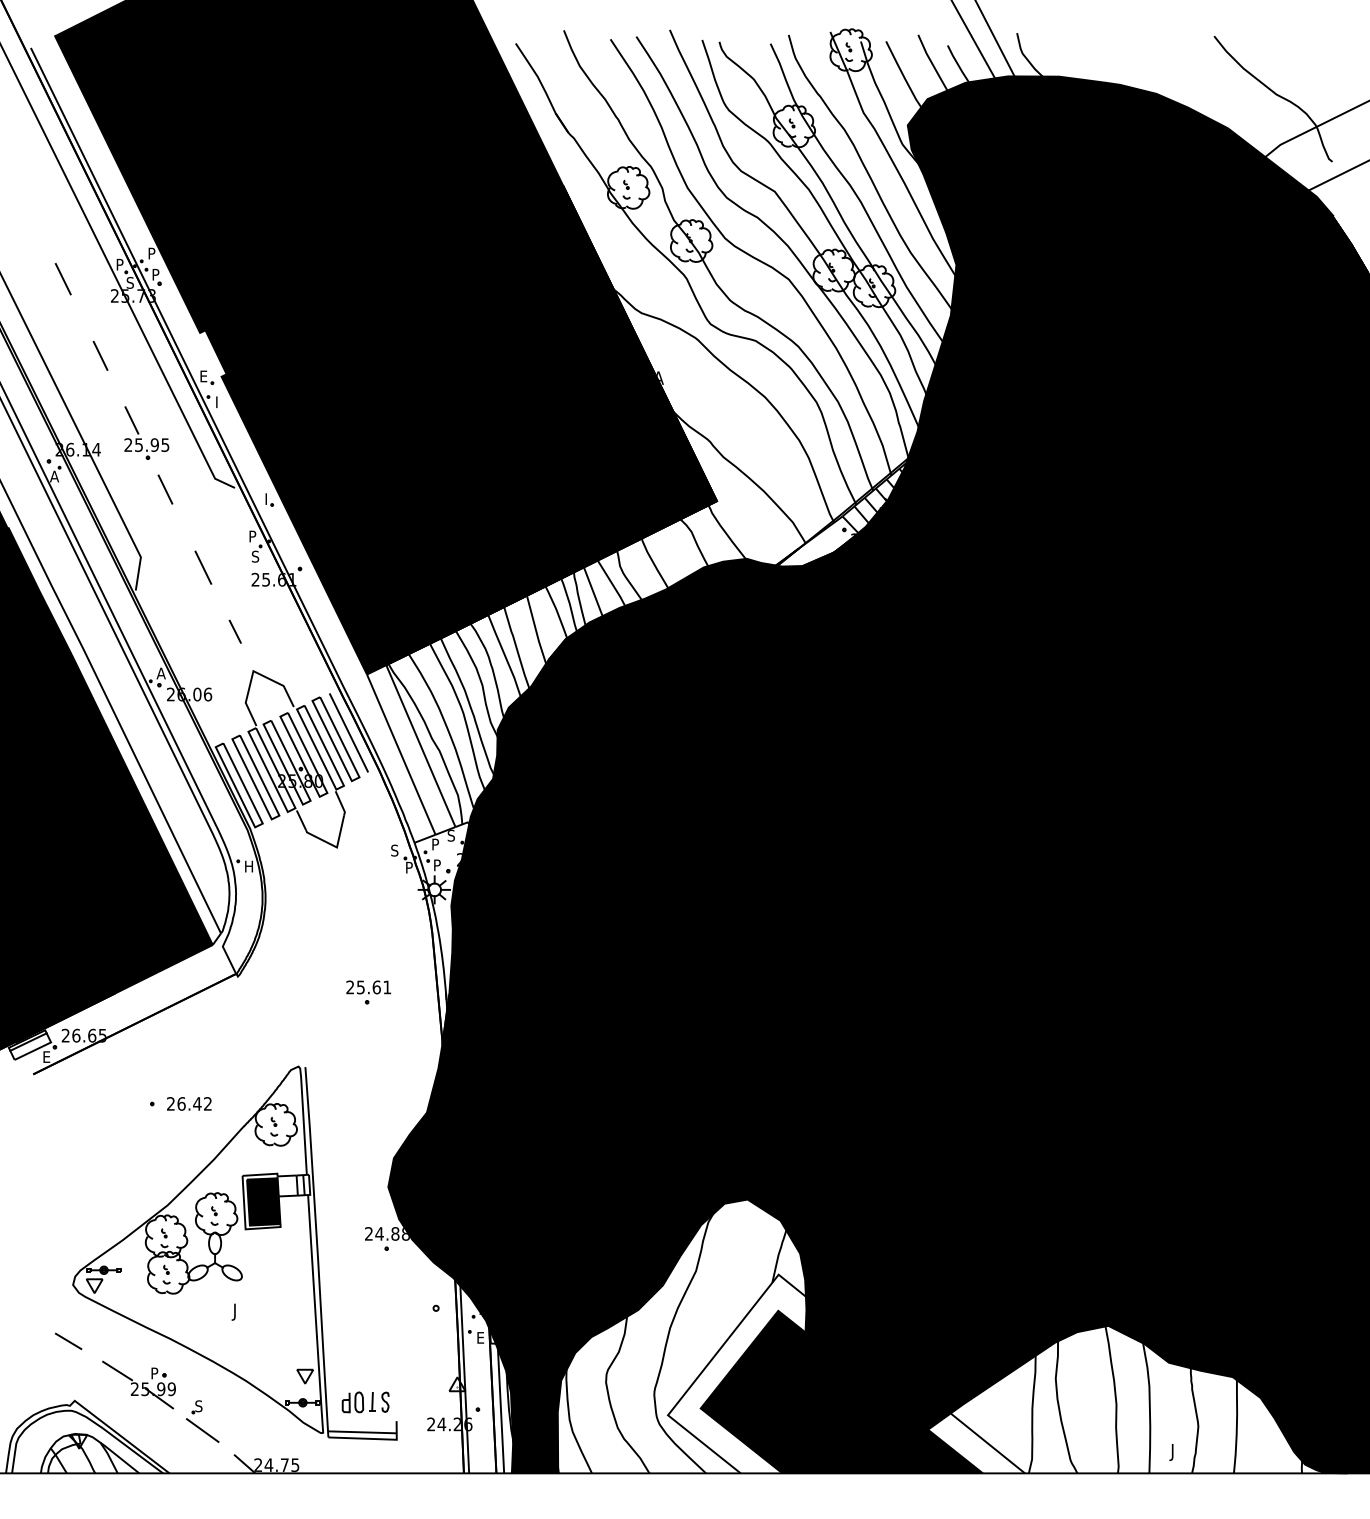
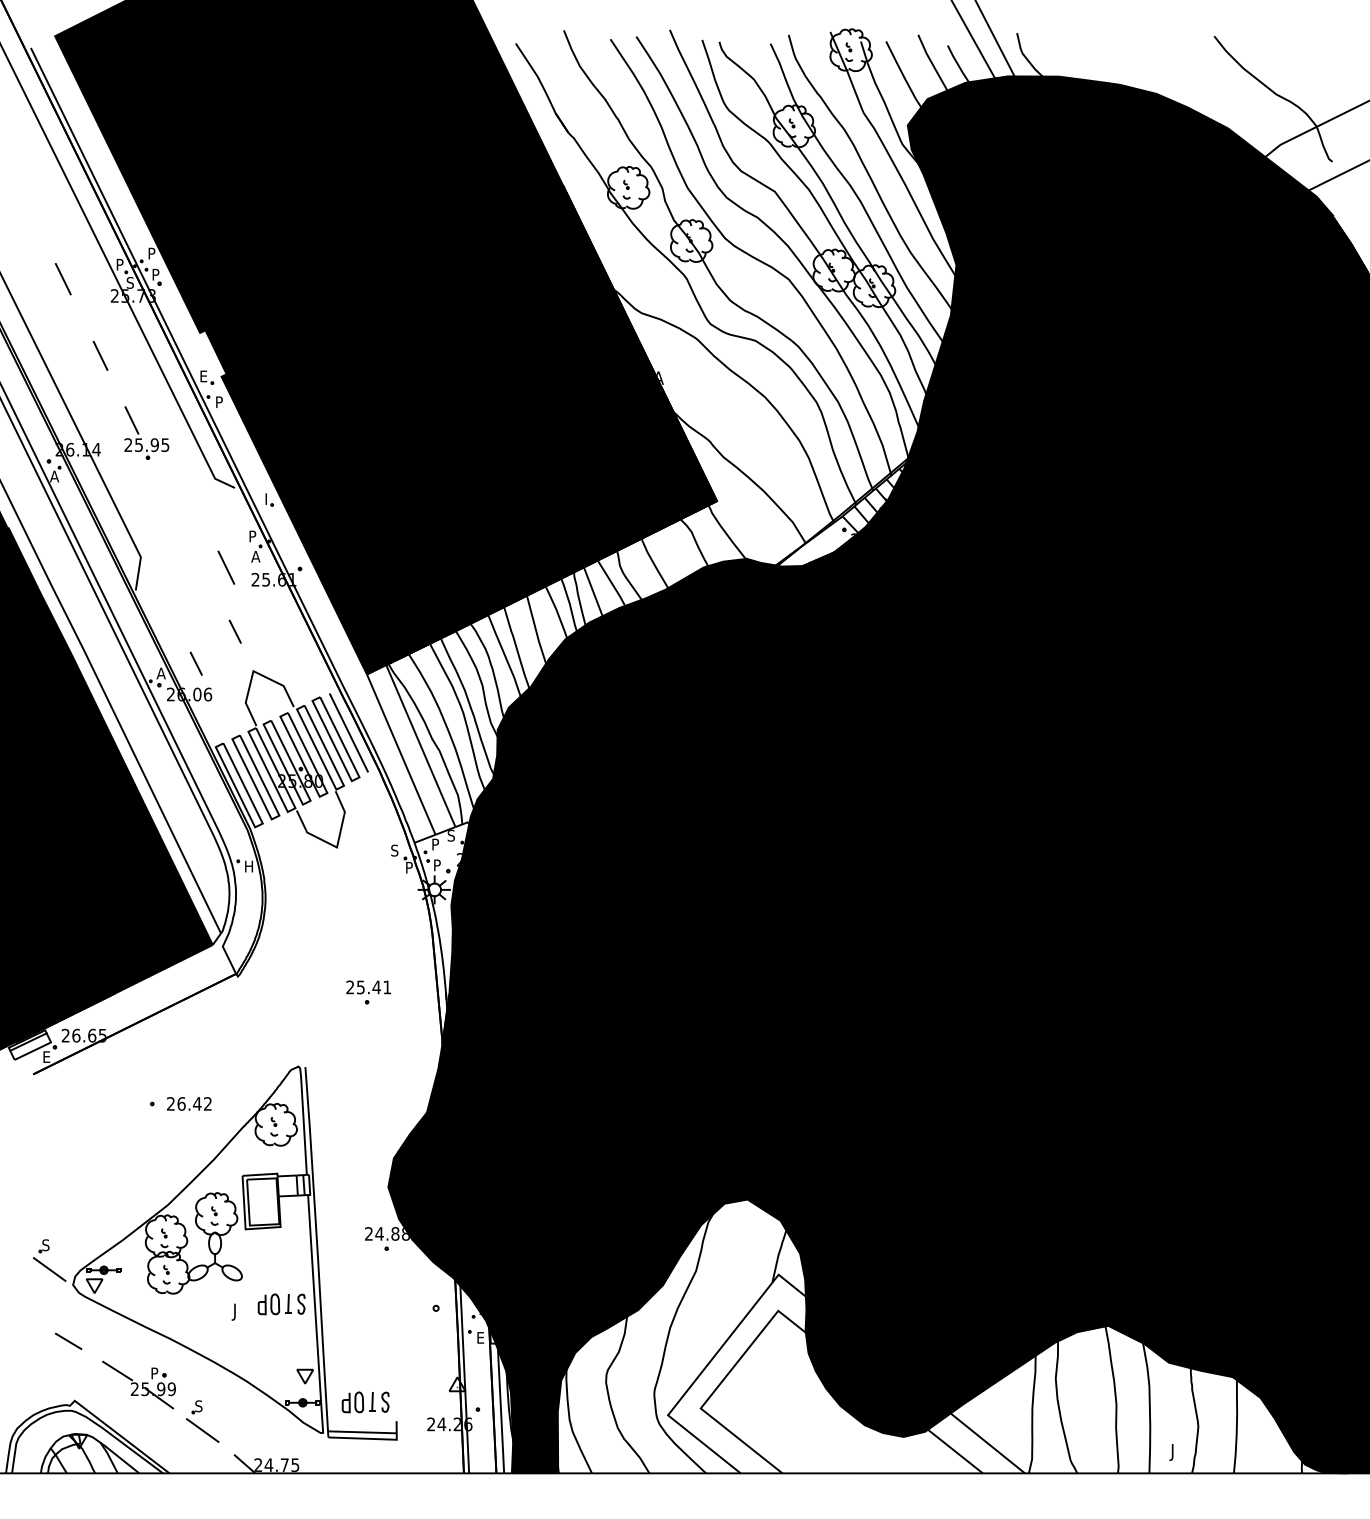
text at (219, 399): I -> P
line at (165, 489): present -> none
text at (255, 556): S -> A
line at (203, 567) position: (203, 567) -> (226, 567)
line at (195, 663): none -> present
text at (376, 987): 25.61 -> 25.41
fill at (263, 1201): present -> none
part at (47, 1266): none -> present
part at (281, 1304): none -> present
fill at (841, 1391): present -> none
